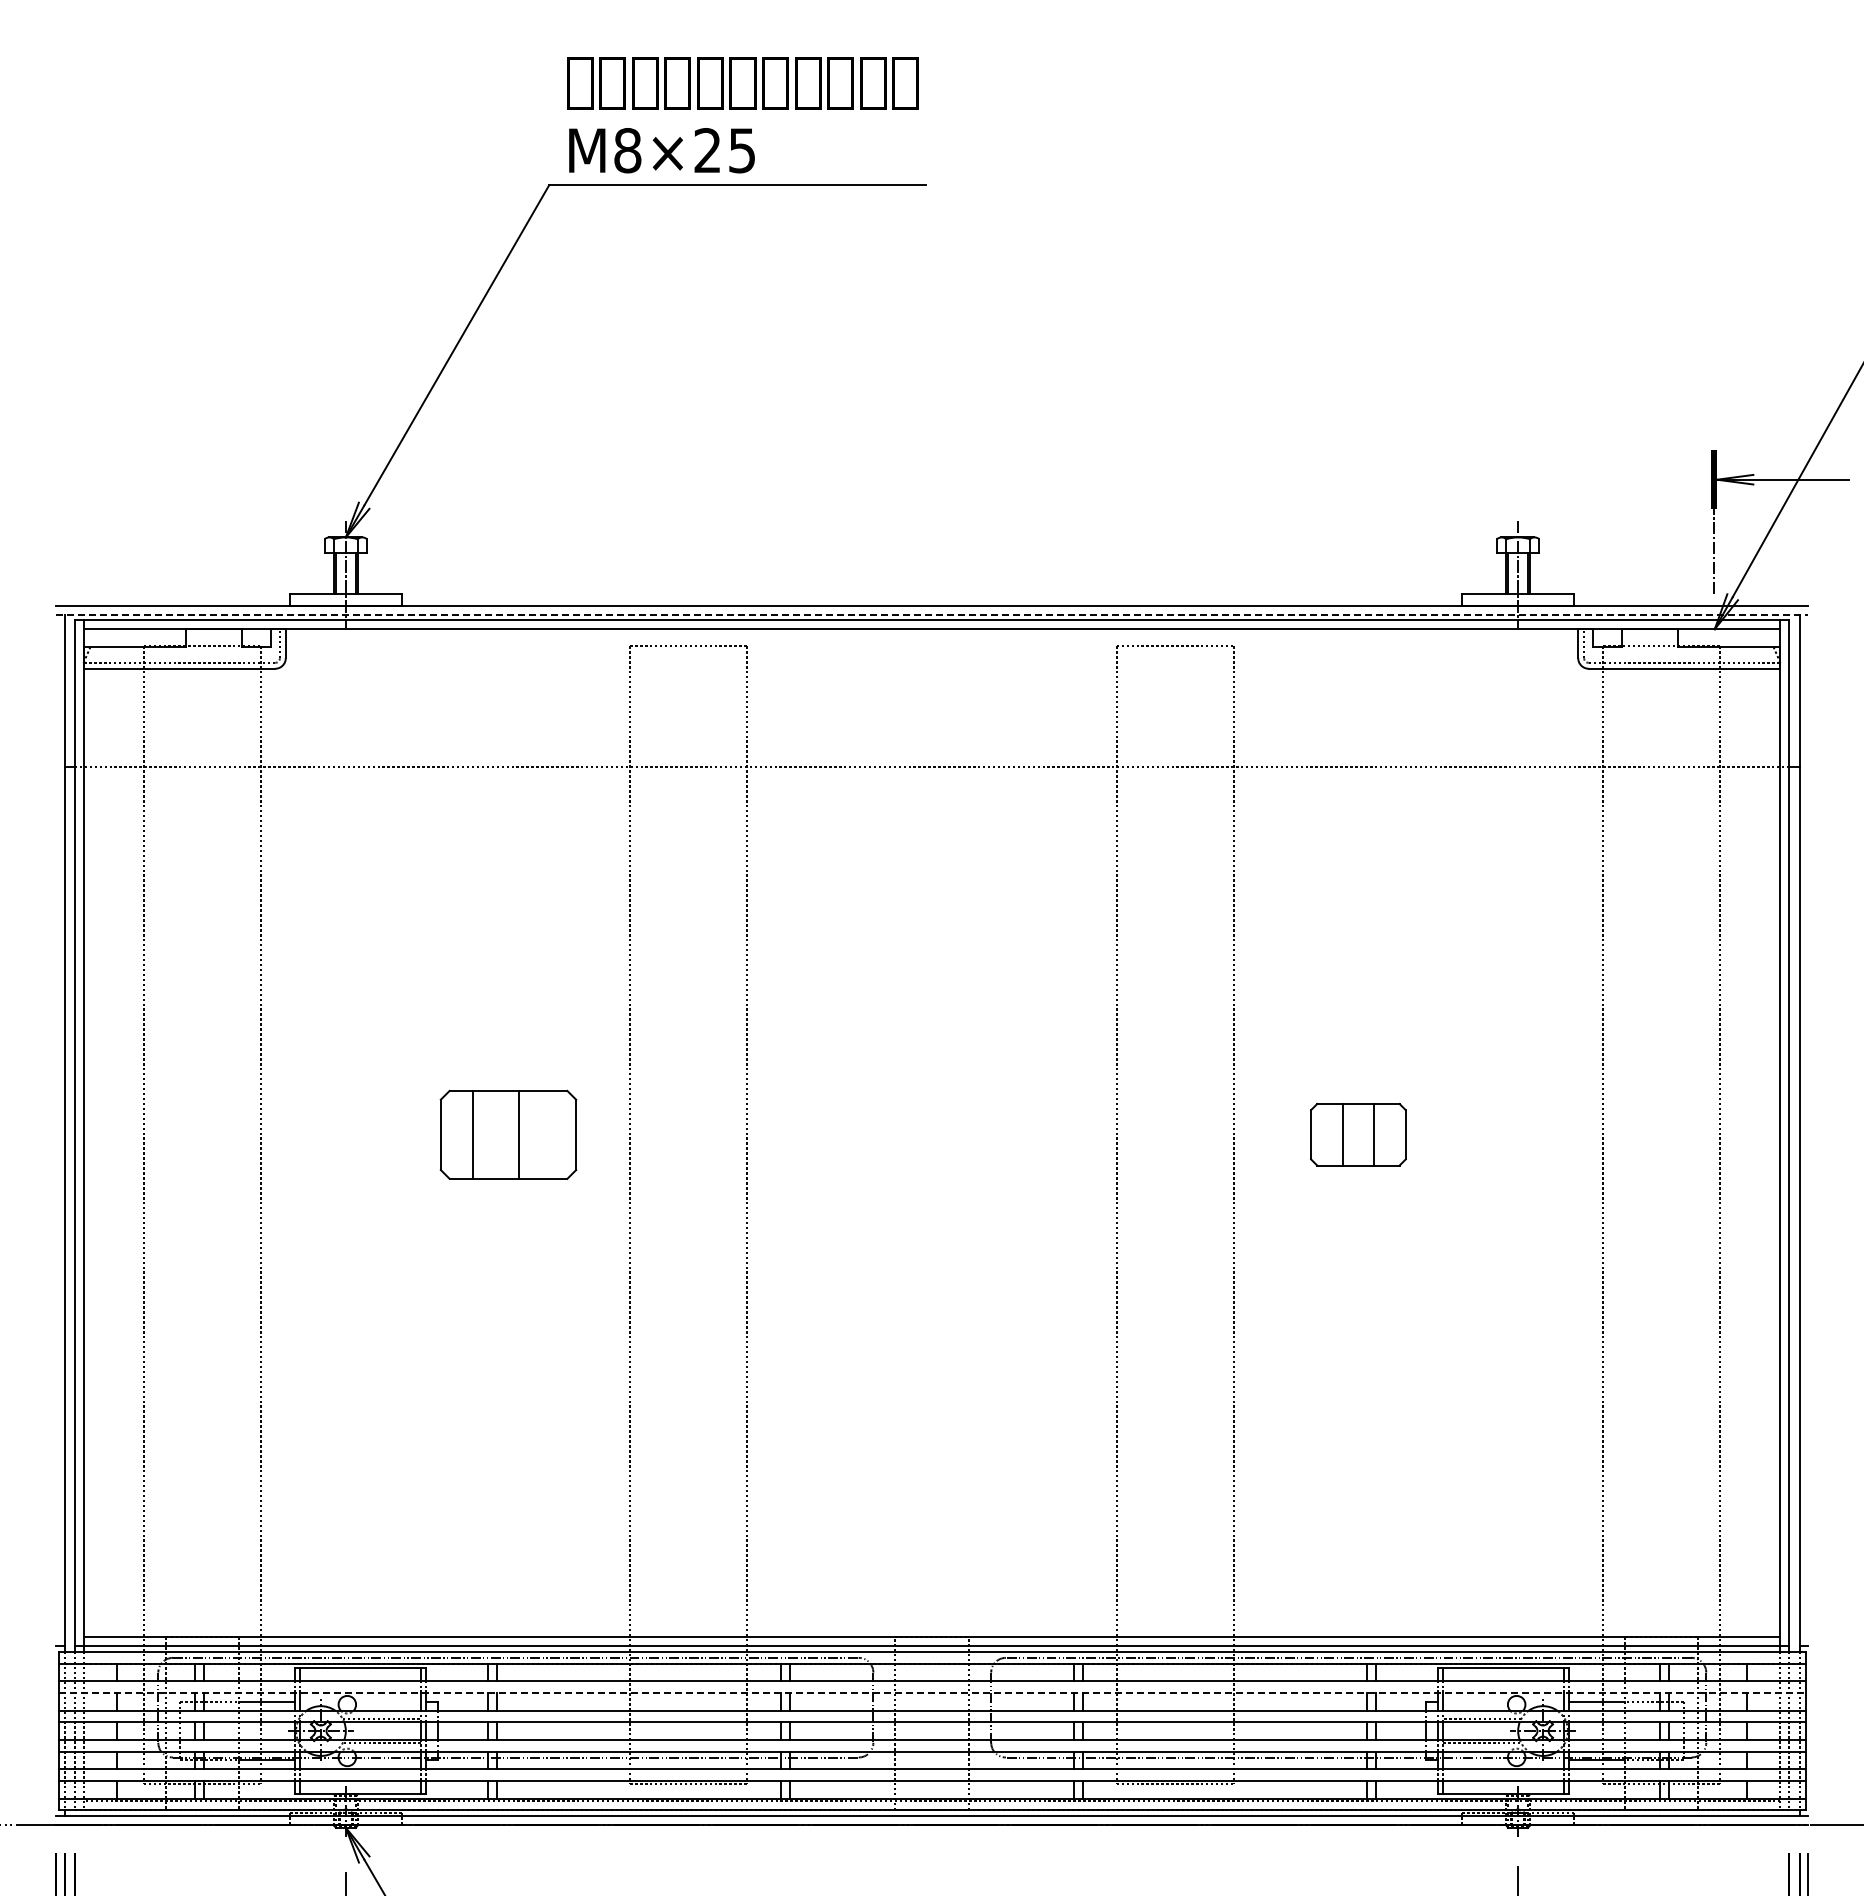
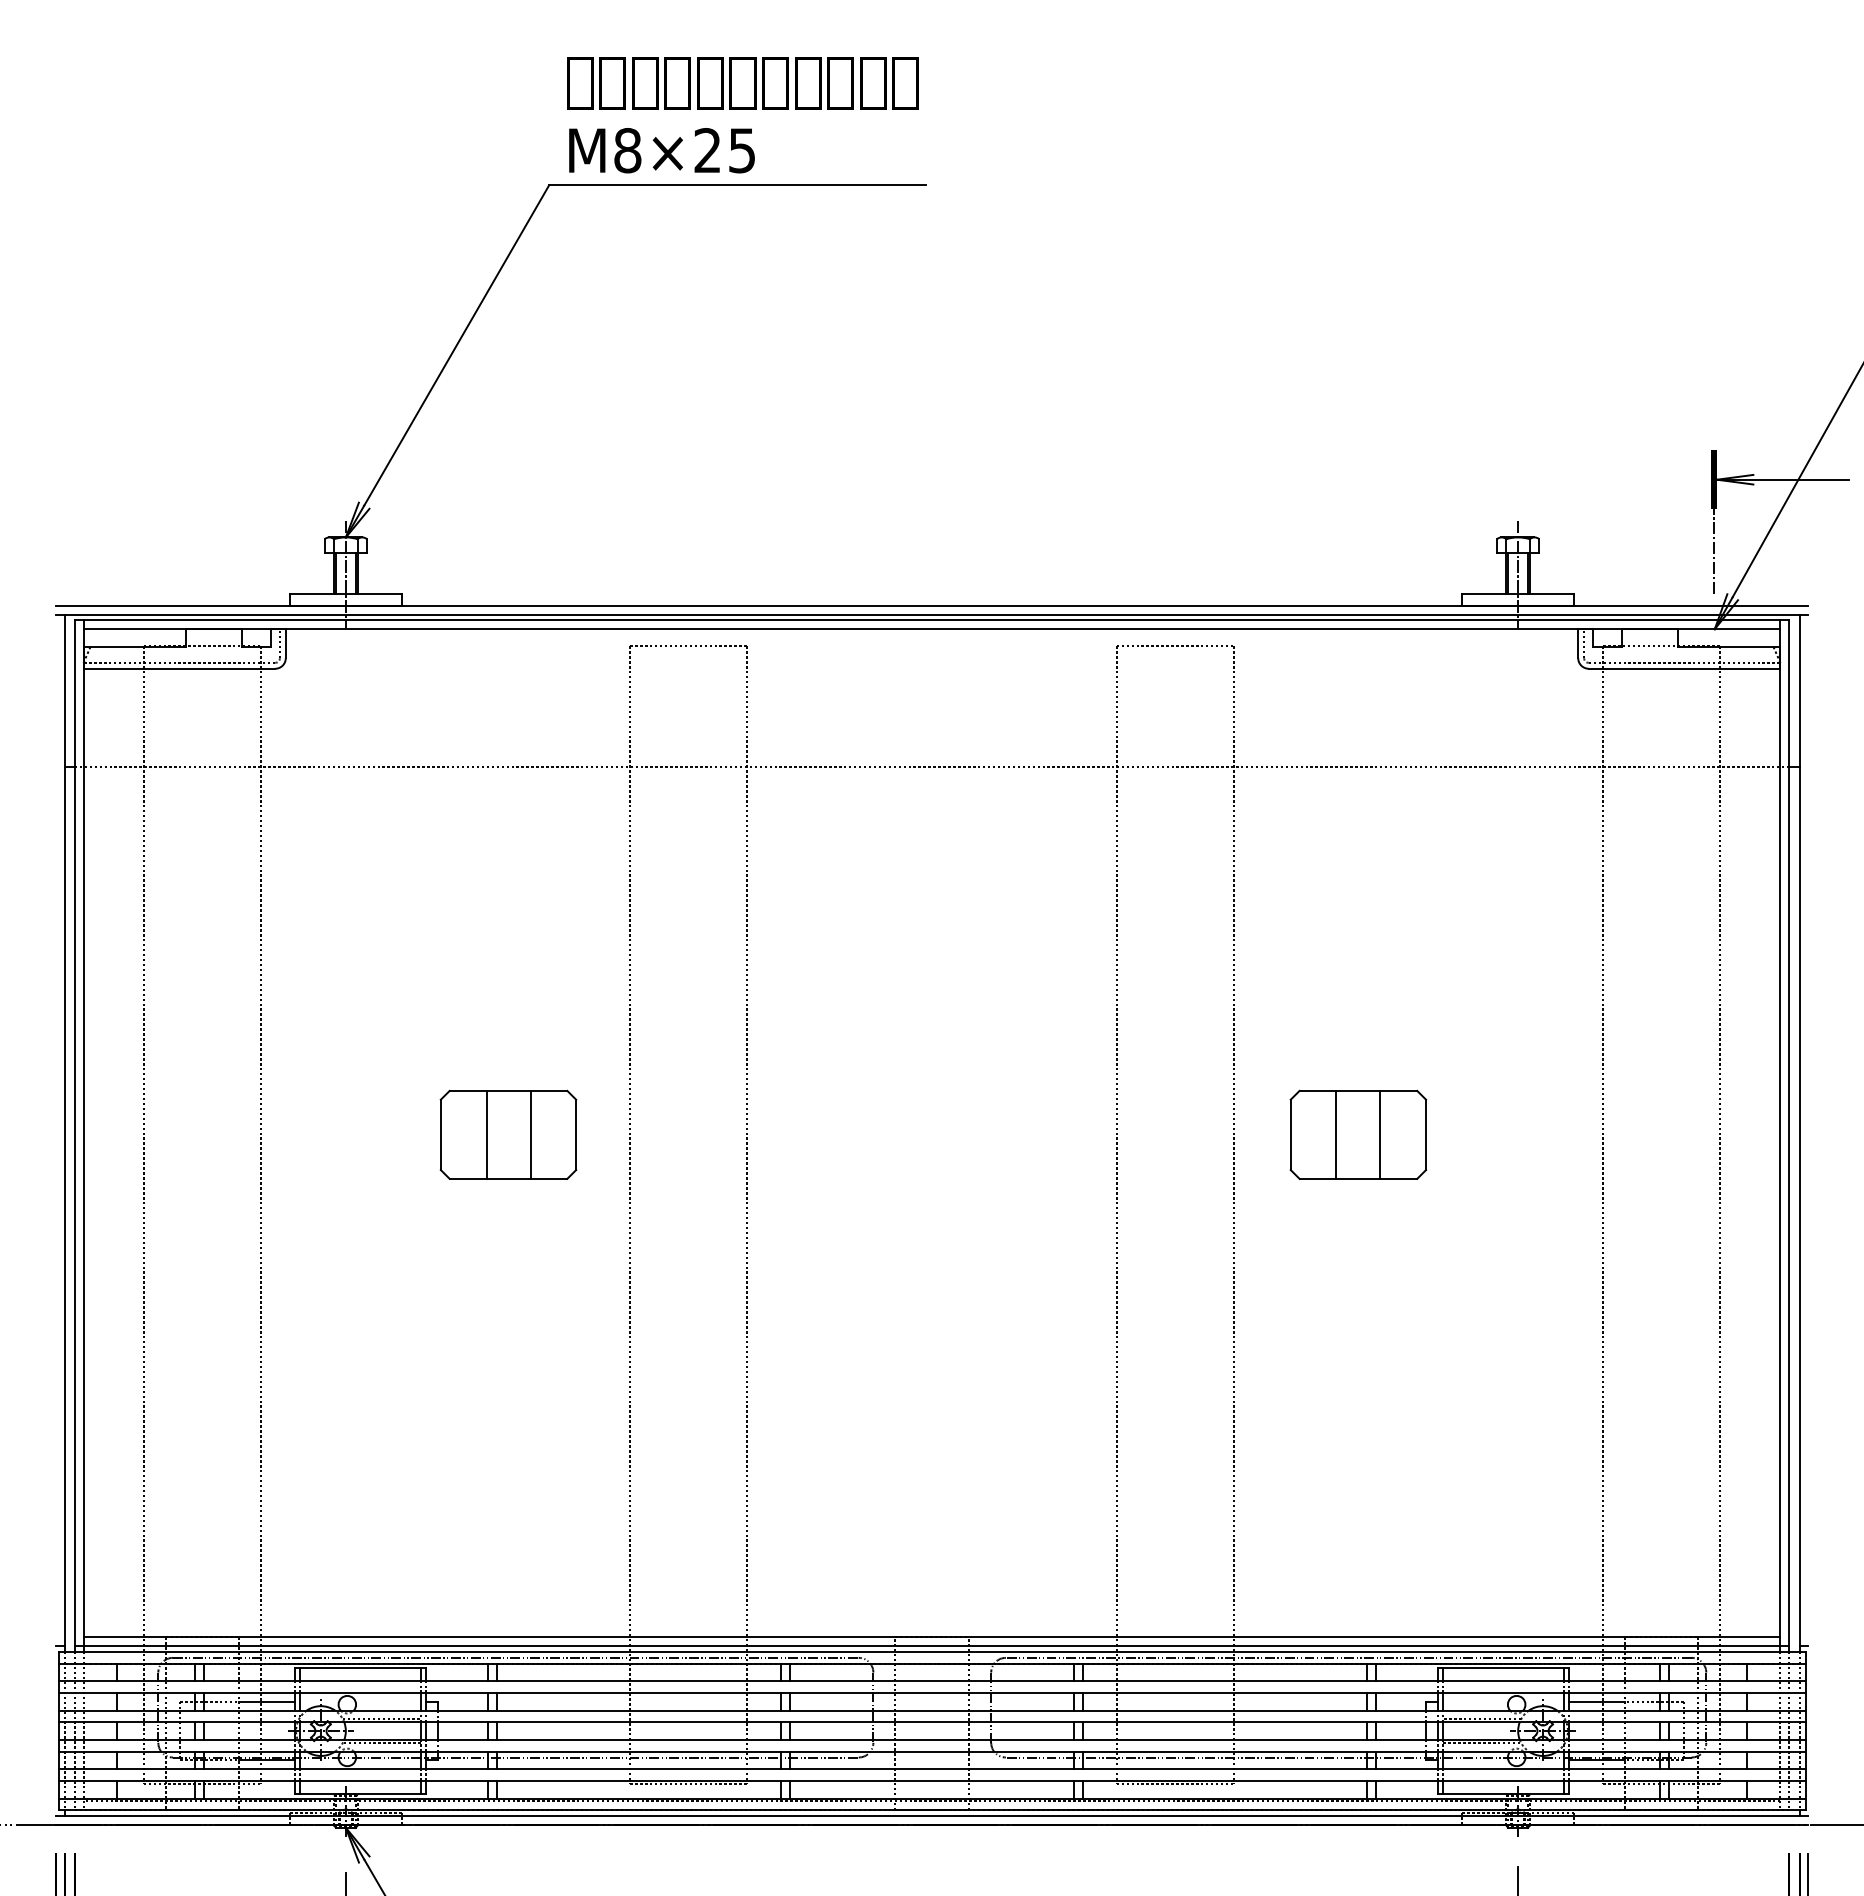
line at (932, 614): dashed -> solid
line at (472, 1134) position: (472, 1134) -> (486, 1134)
line at (518, 1134) position: (518, 1134) -> (530, 1134)
part at (1358, 1134) size: 97x65 px -> 139x91 px
line at (932, 1693): dashed -> solid
